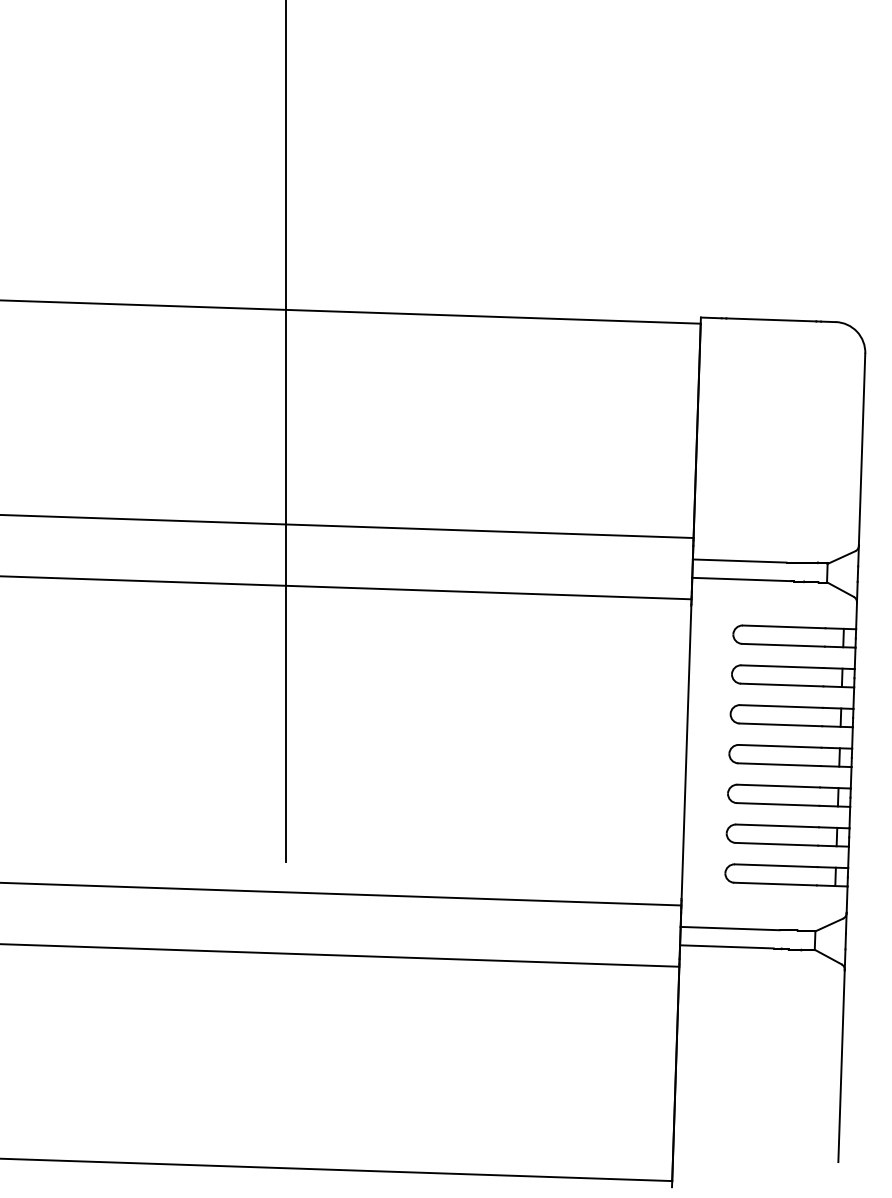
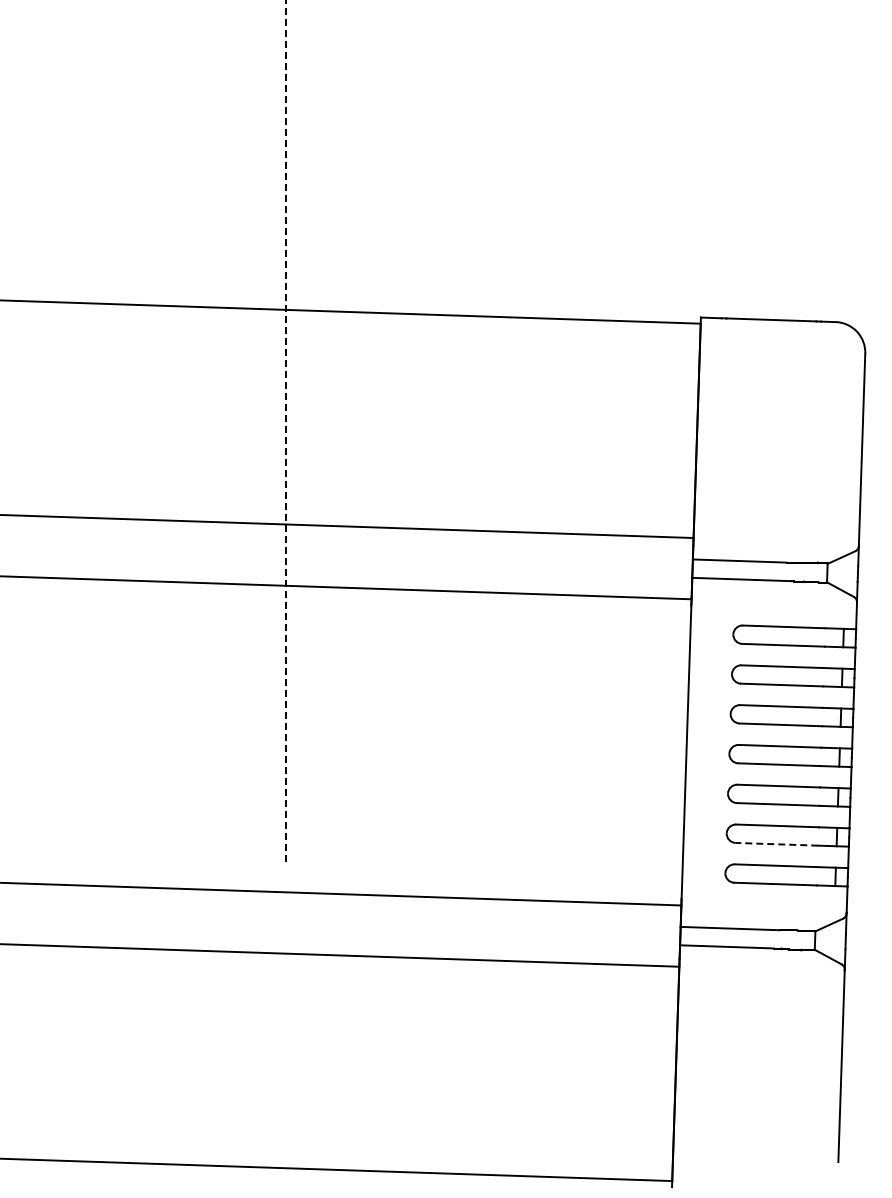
line at (286, 430): solid -> dashed
line at (776, 844): solid -> dashed
